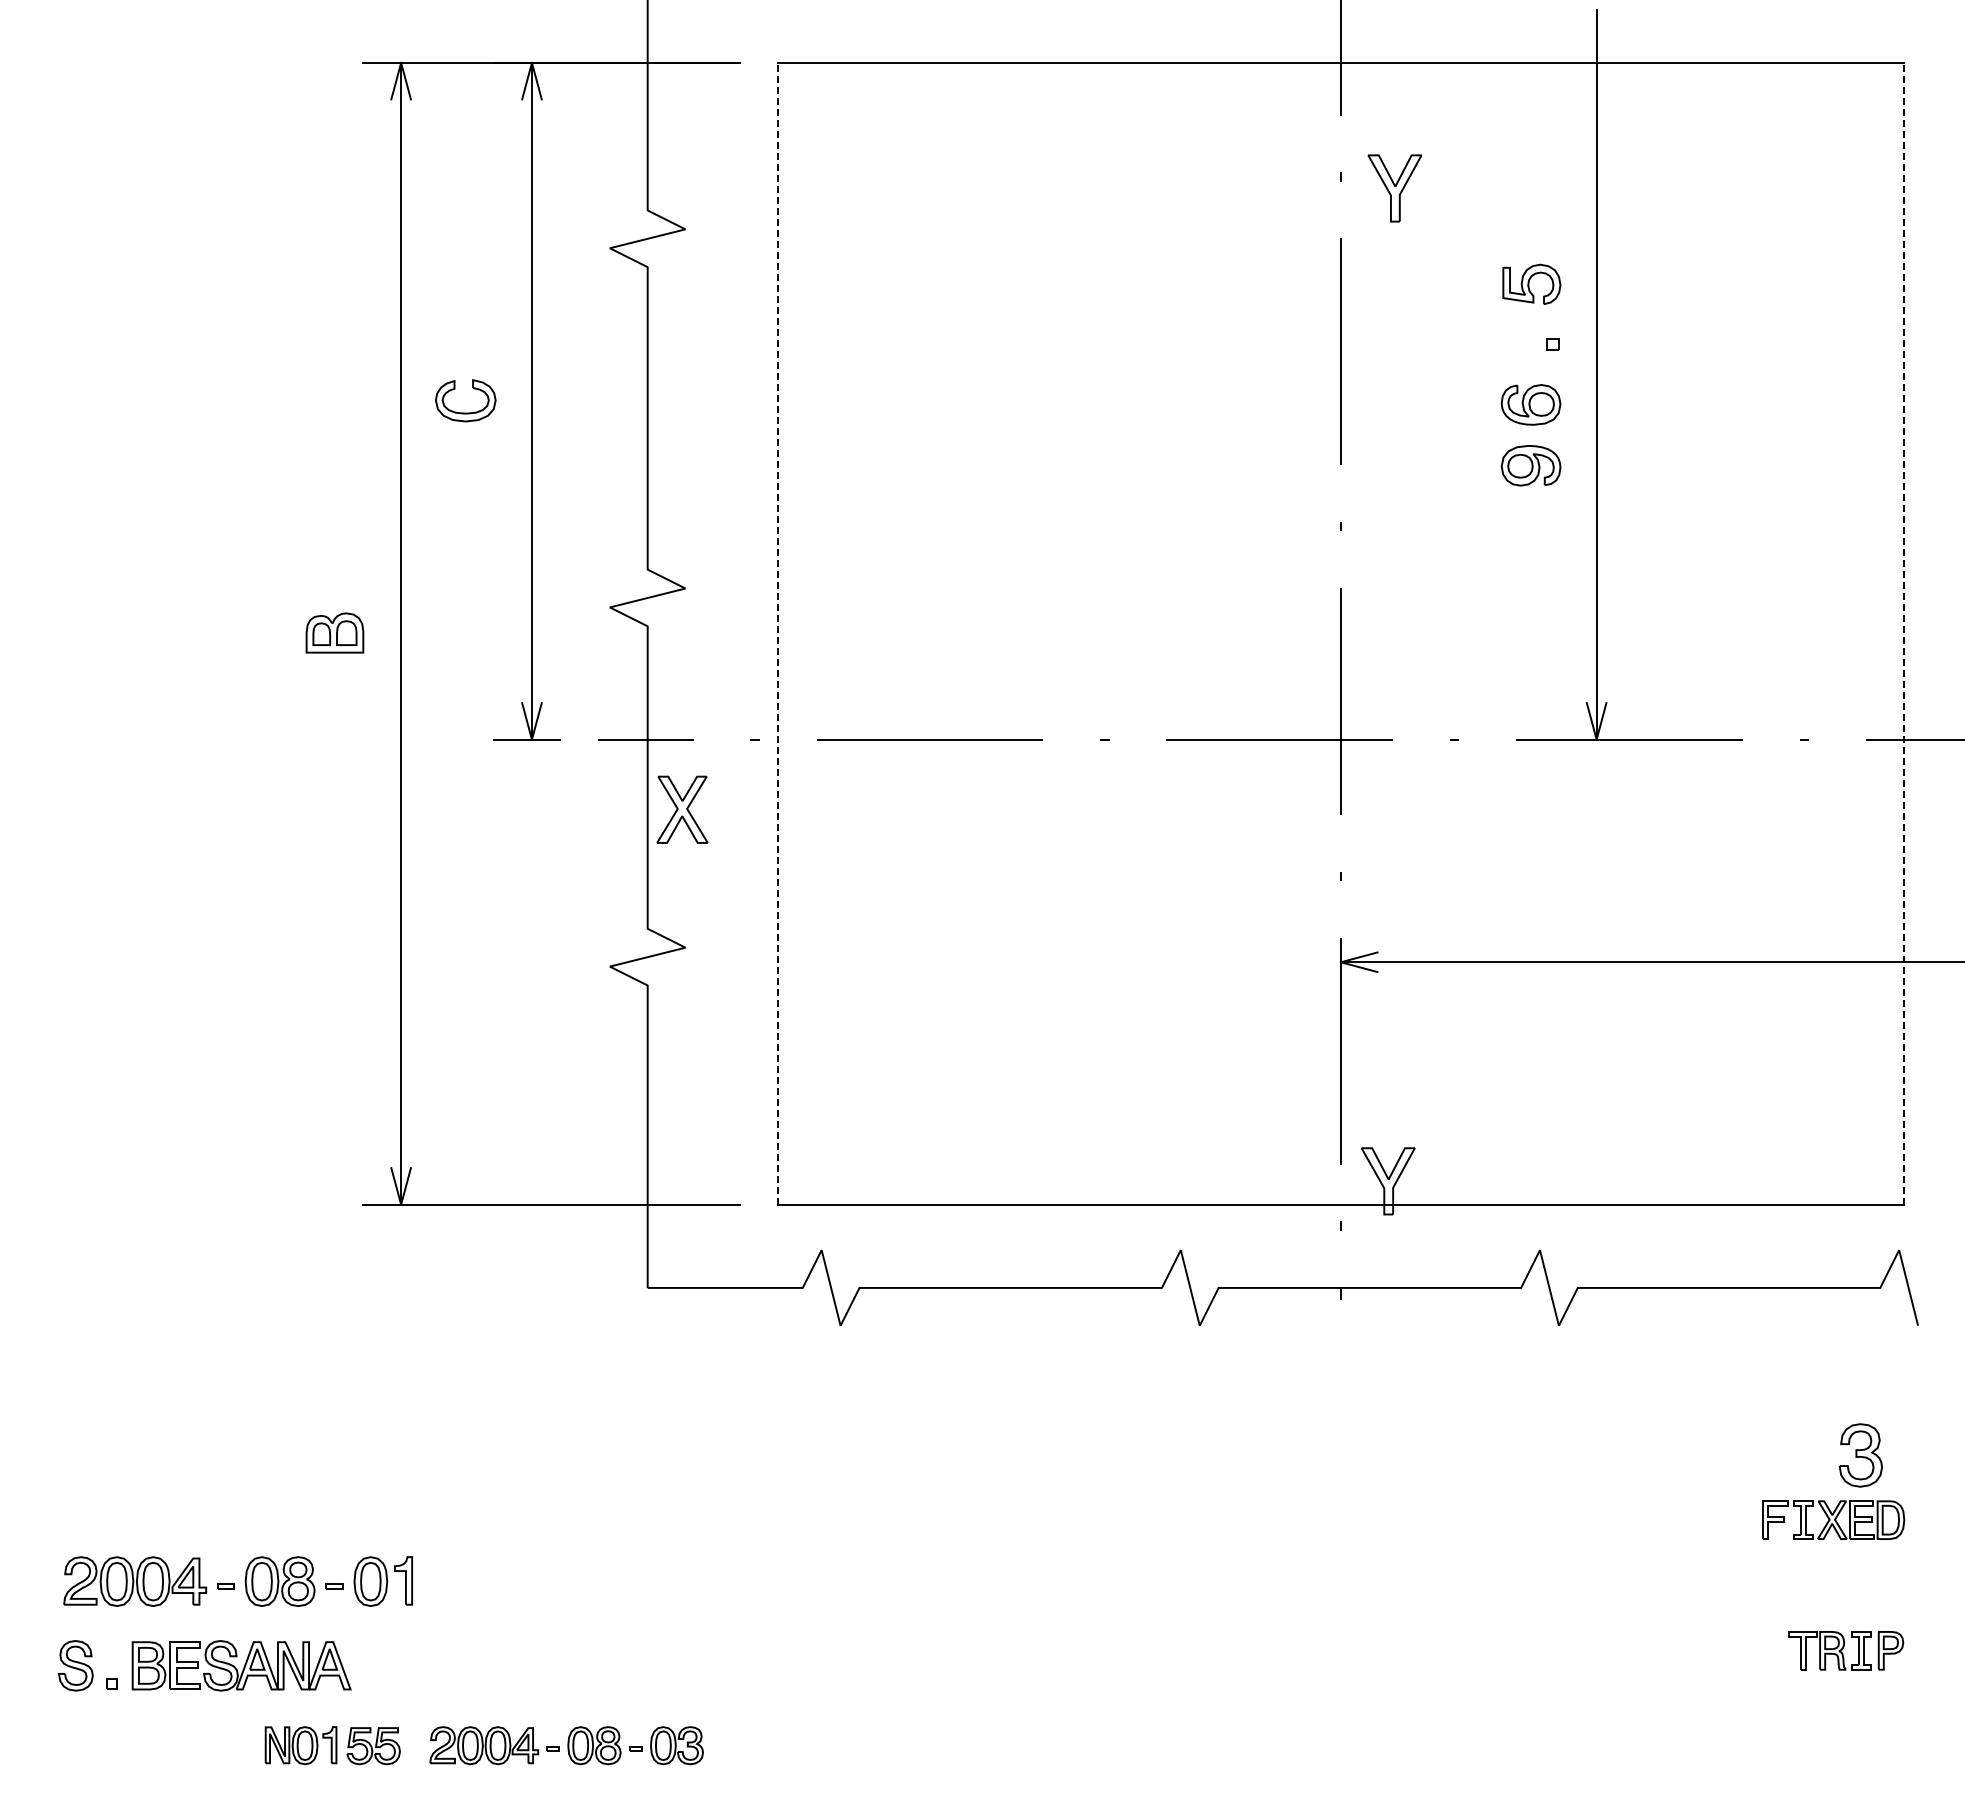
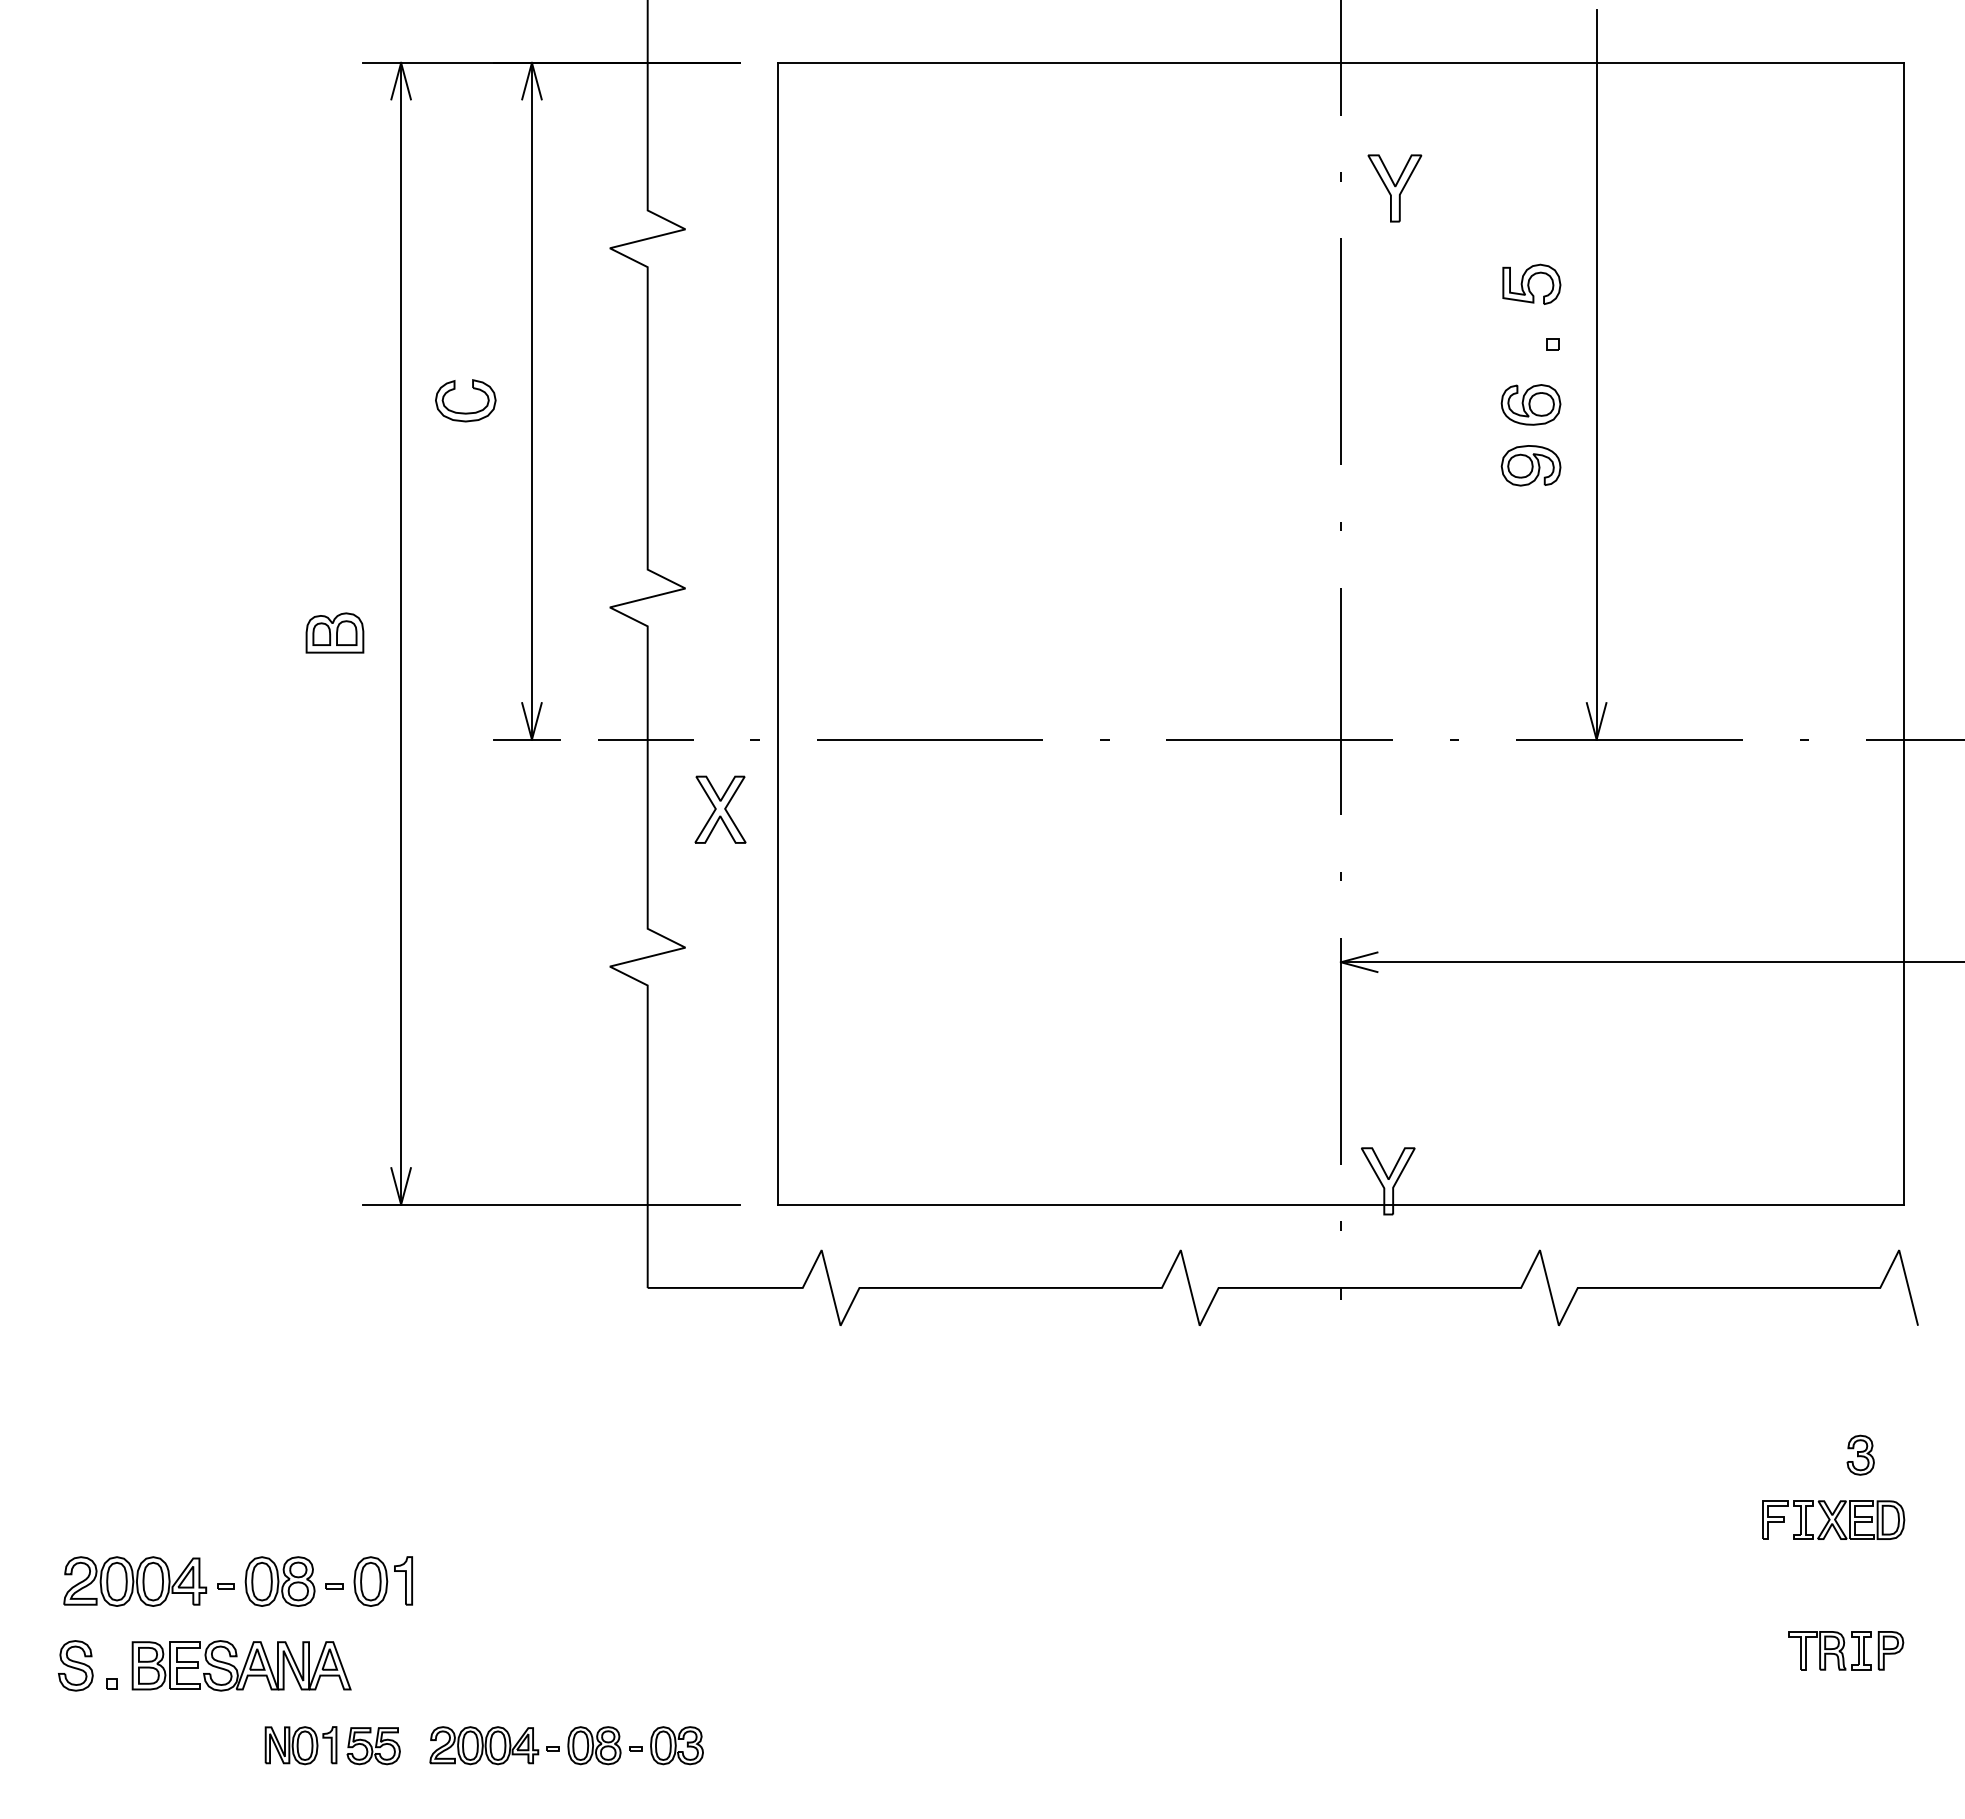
line at (777, 633): dashed -> solid
line at (1904, 633): dashed -> solid
part at (682, 809) position: (682, 809) -> (720, 809)
part at (1860, 1455) size: 45x65 px -> 29x42 px
